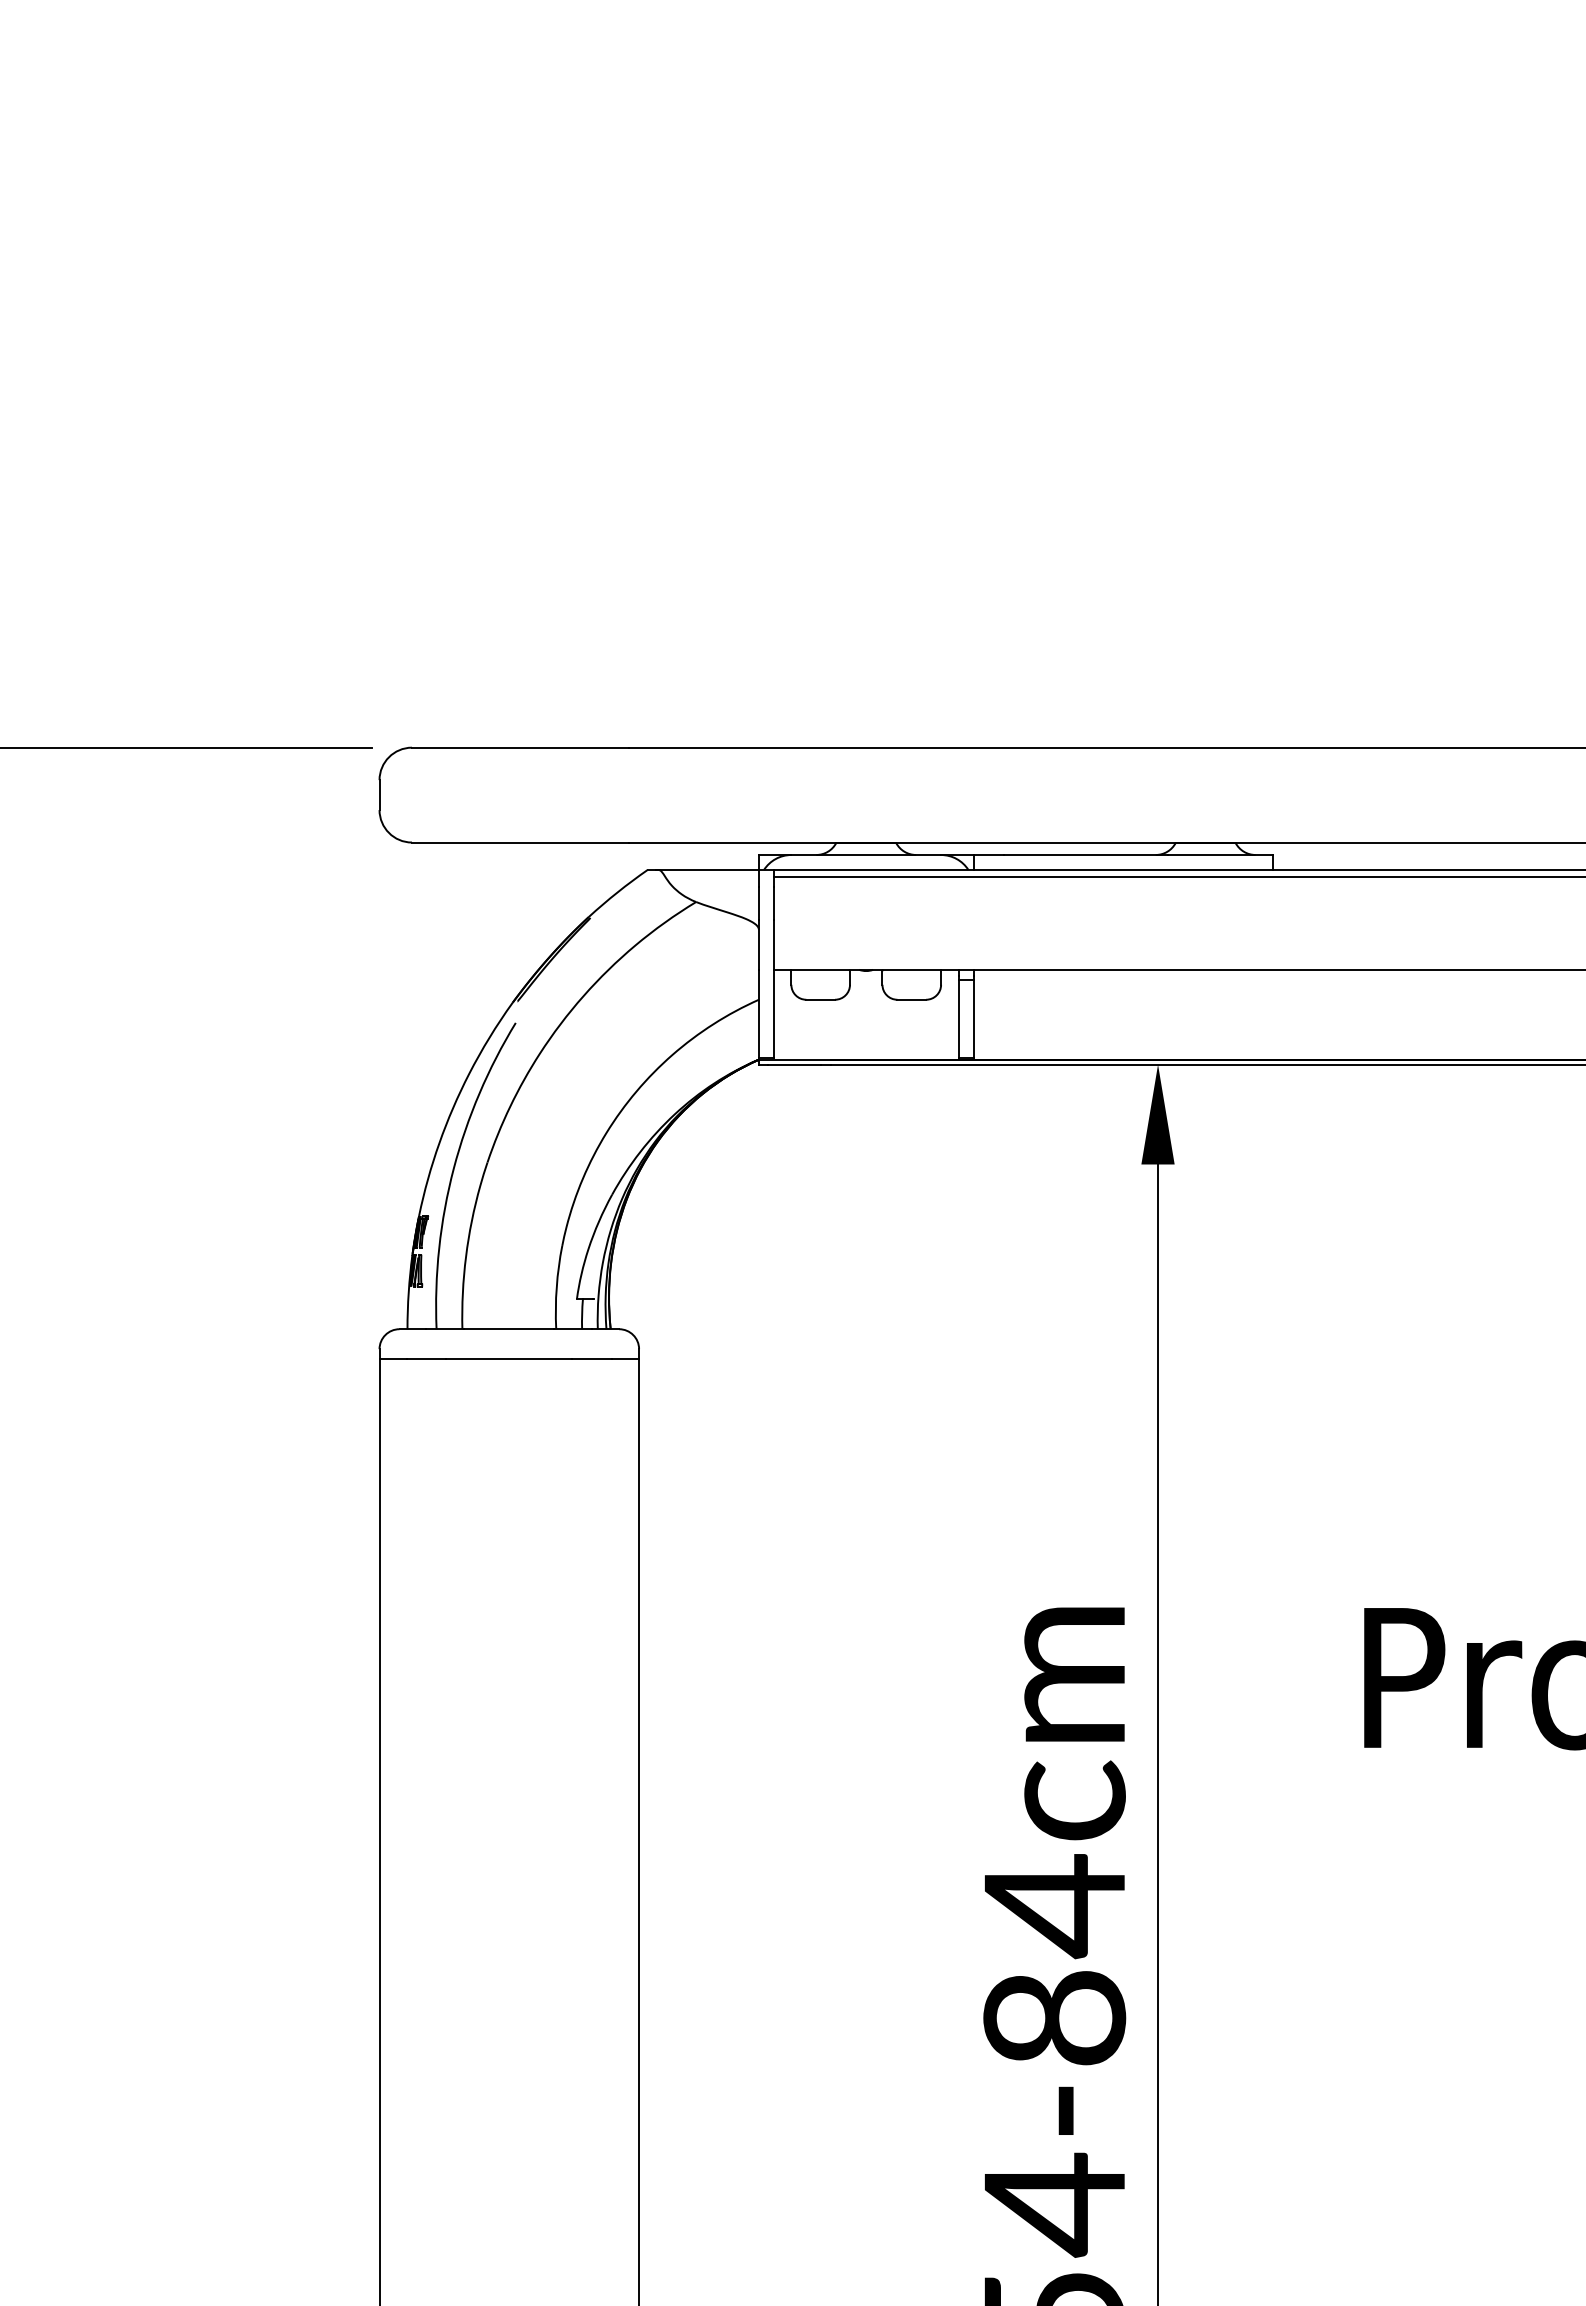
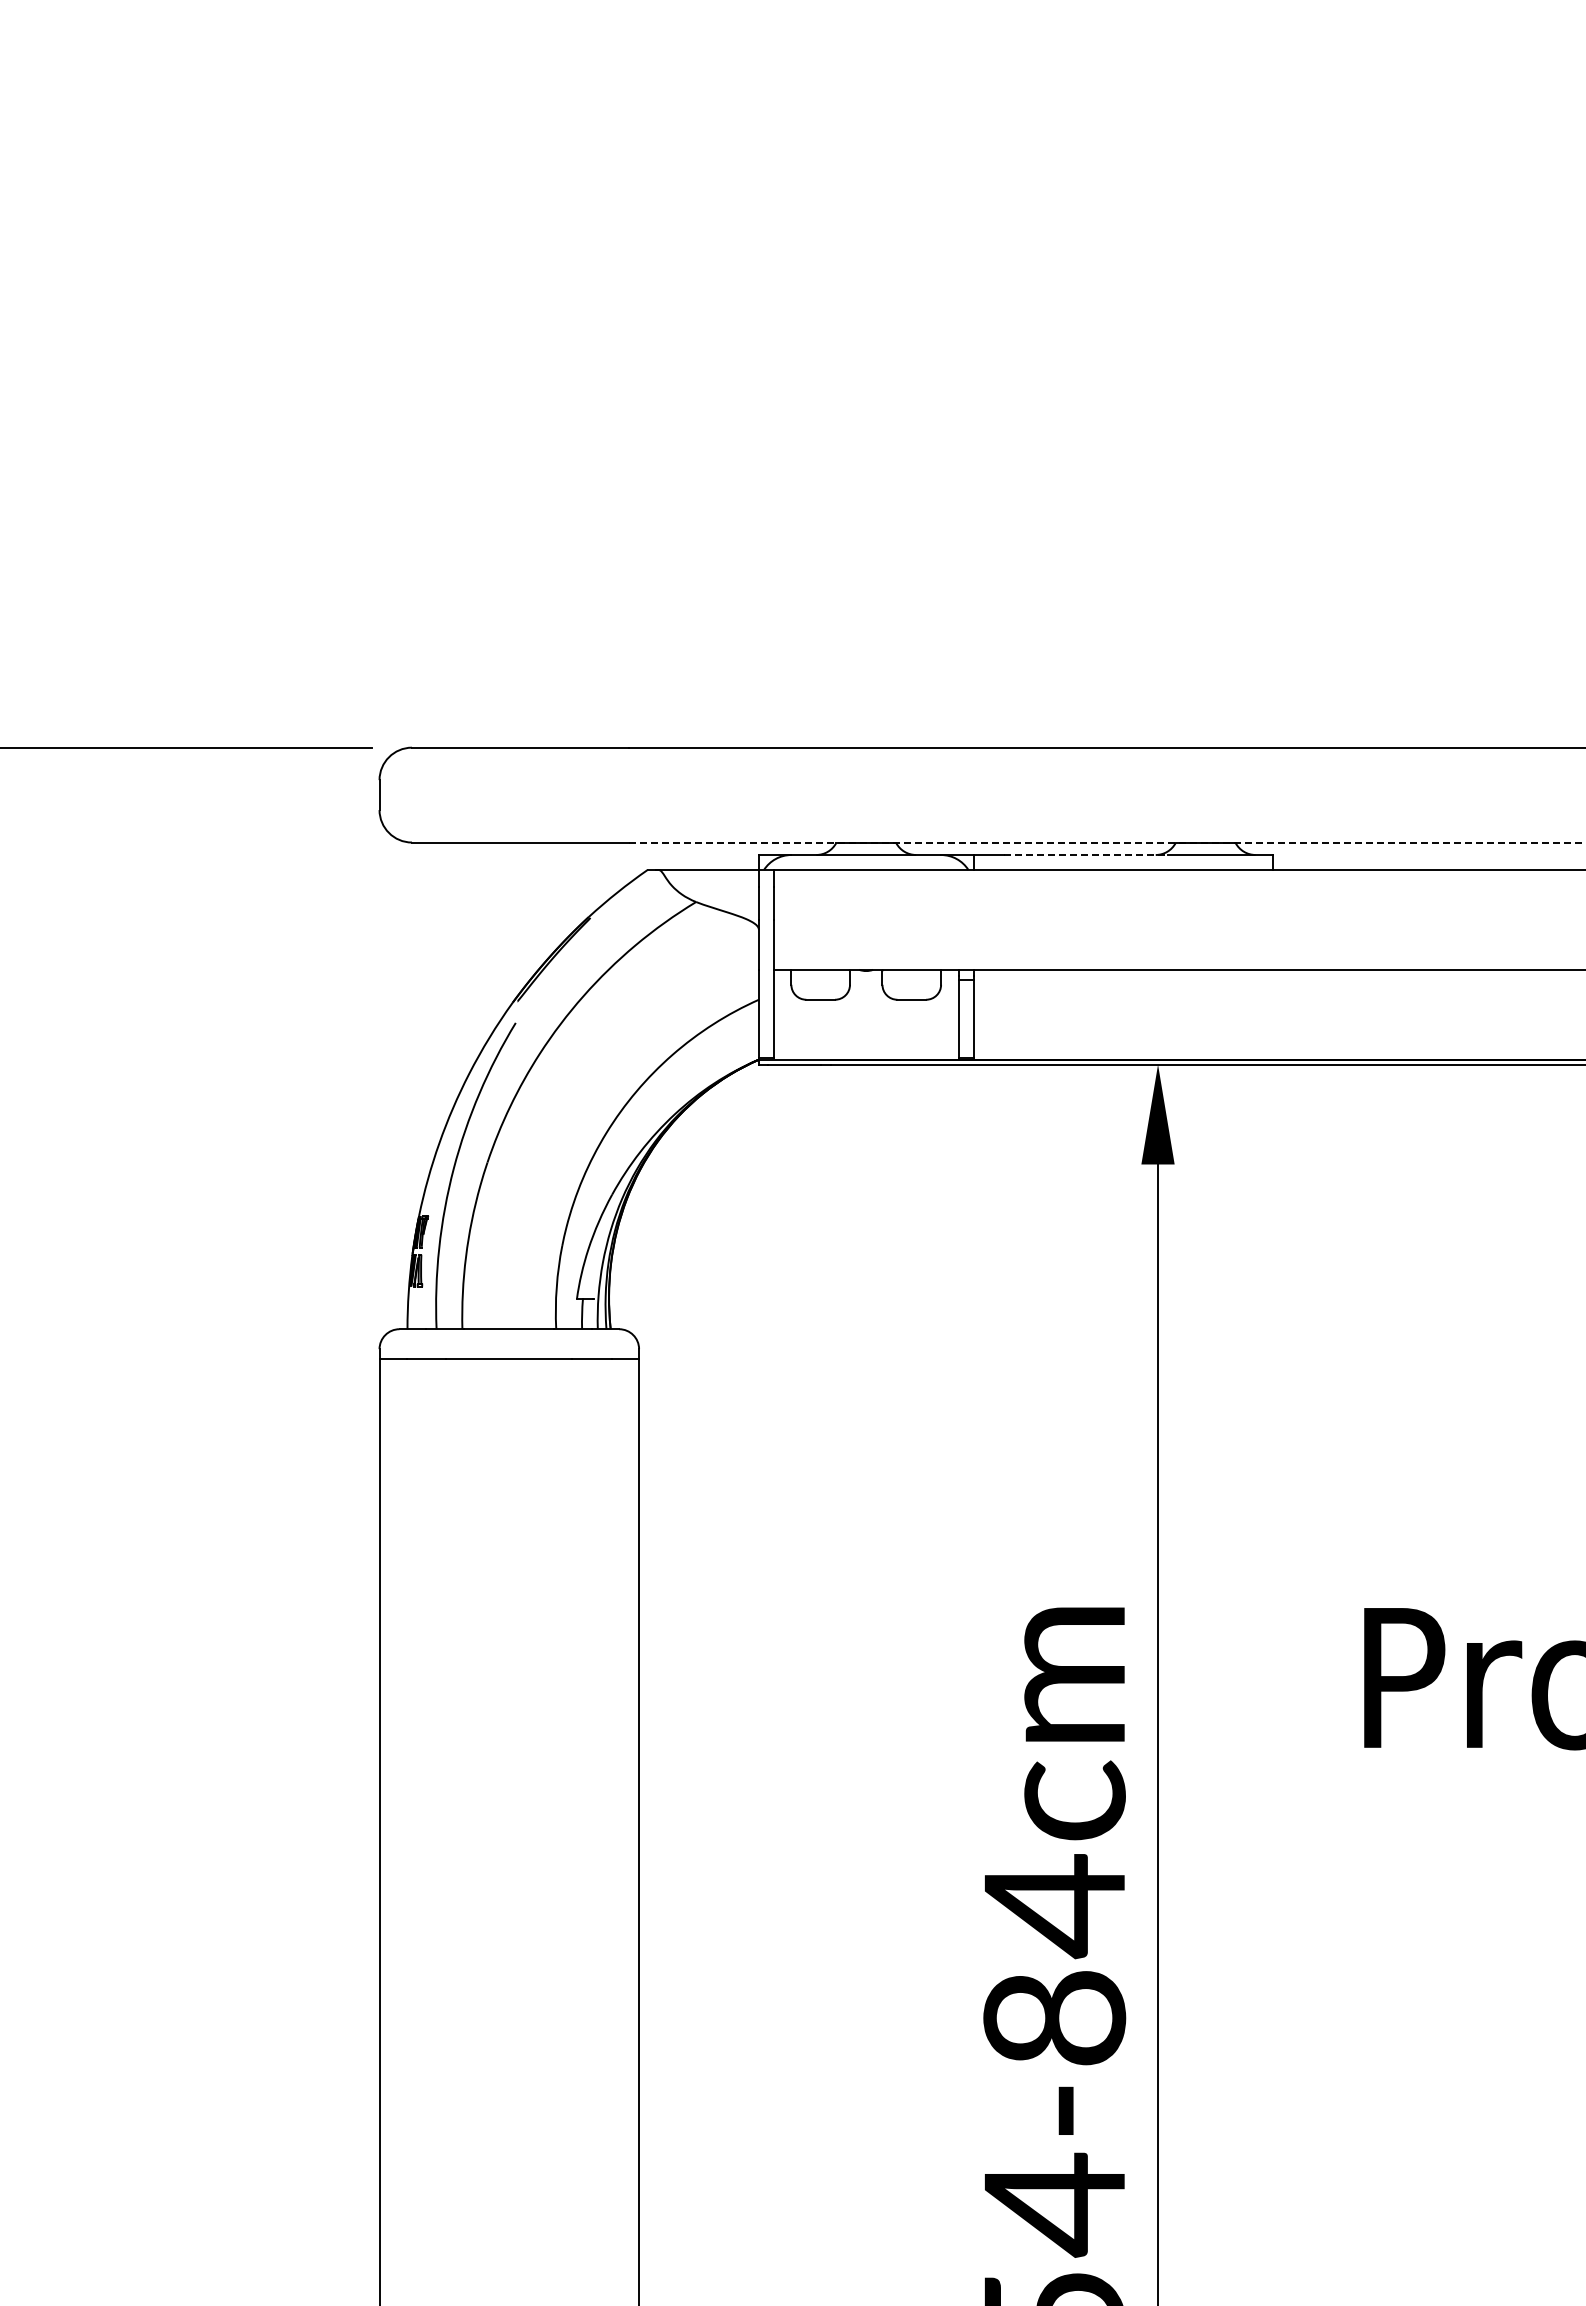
line at (1108, 842): solid -> dashed
line at (1086, 855): solid -> dashed
line at (1177, 877): present -> none
